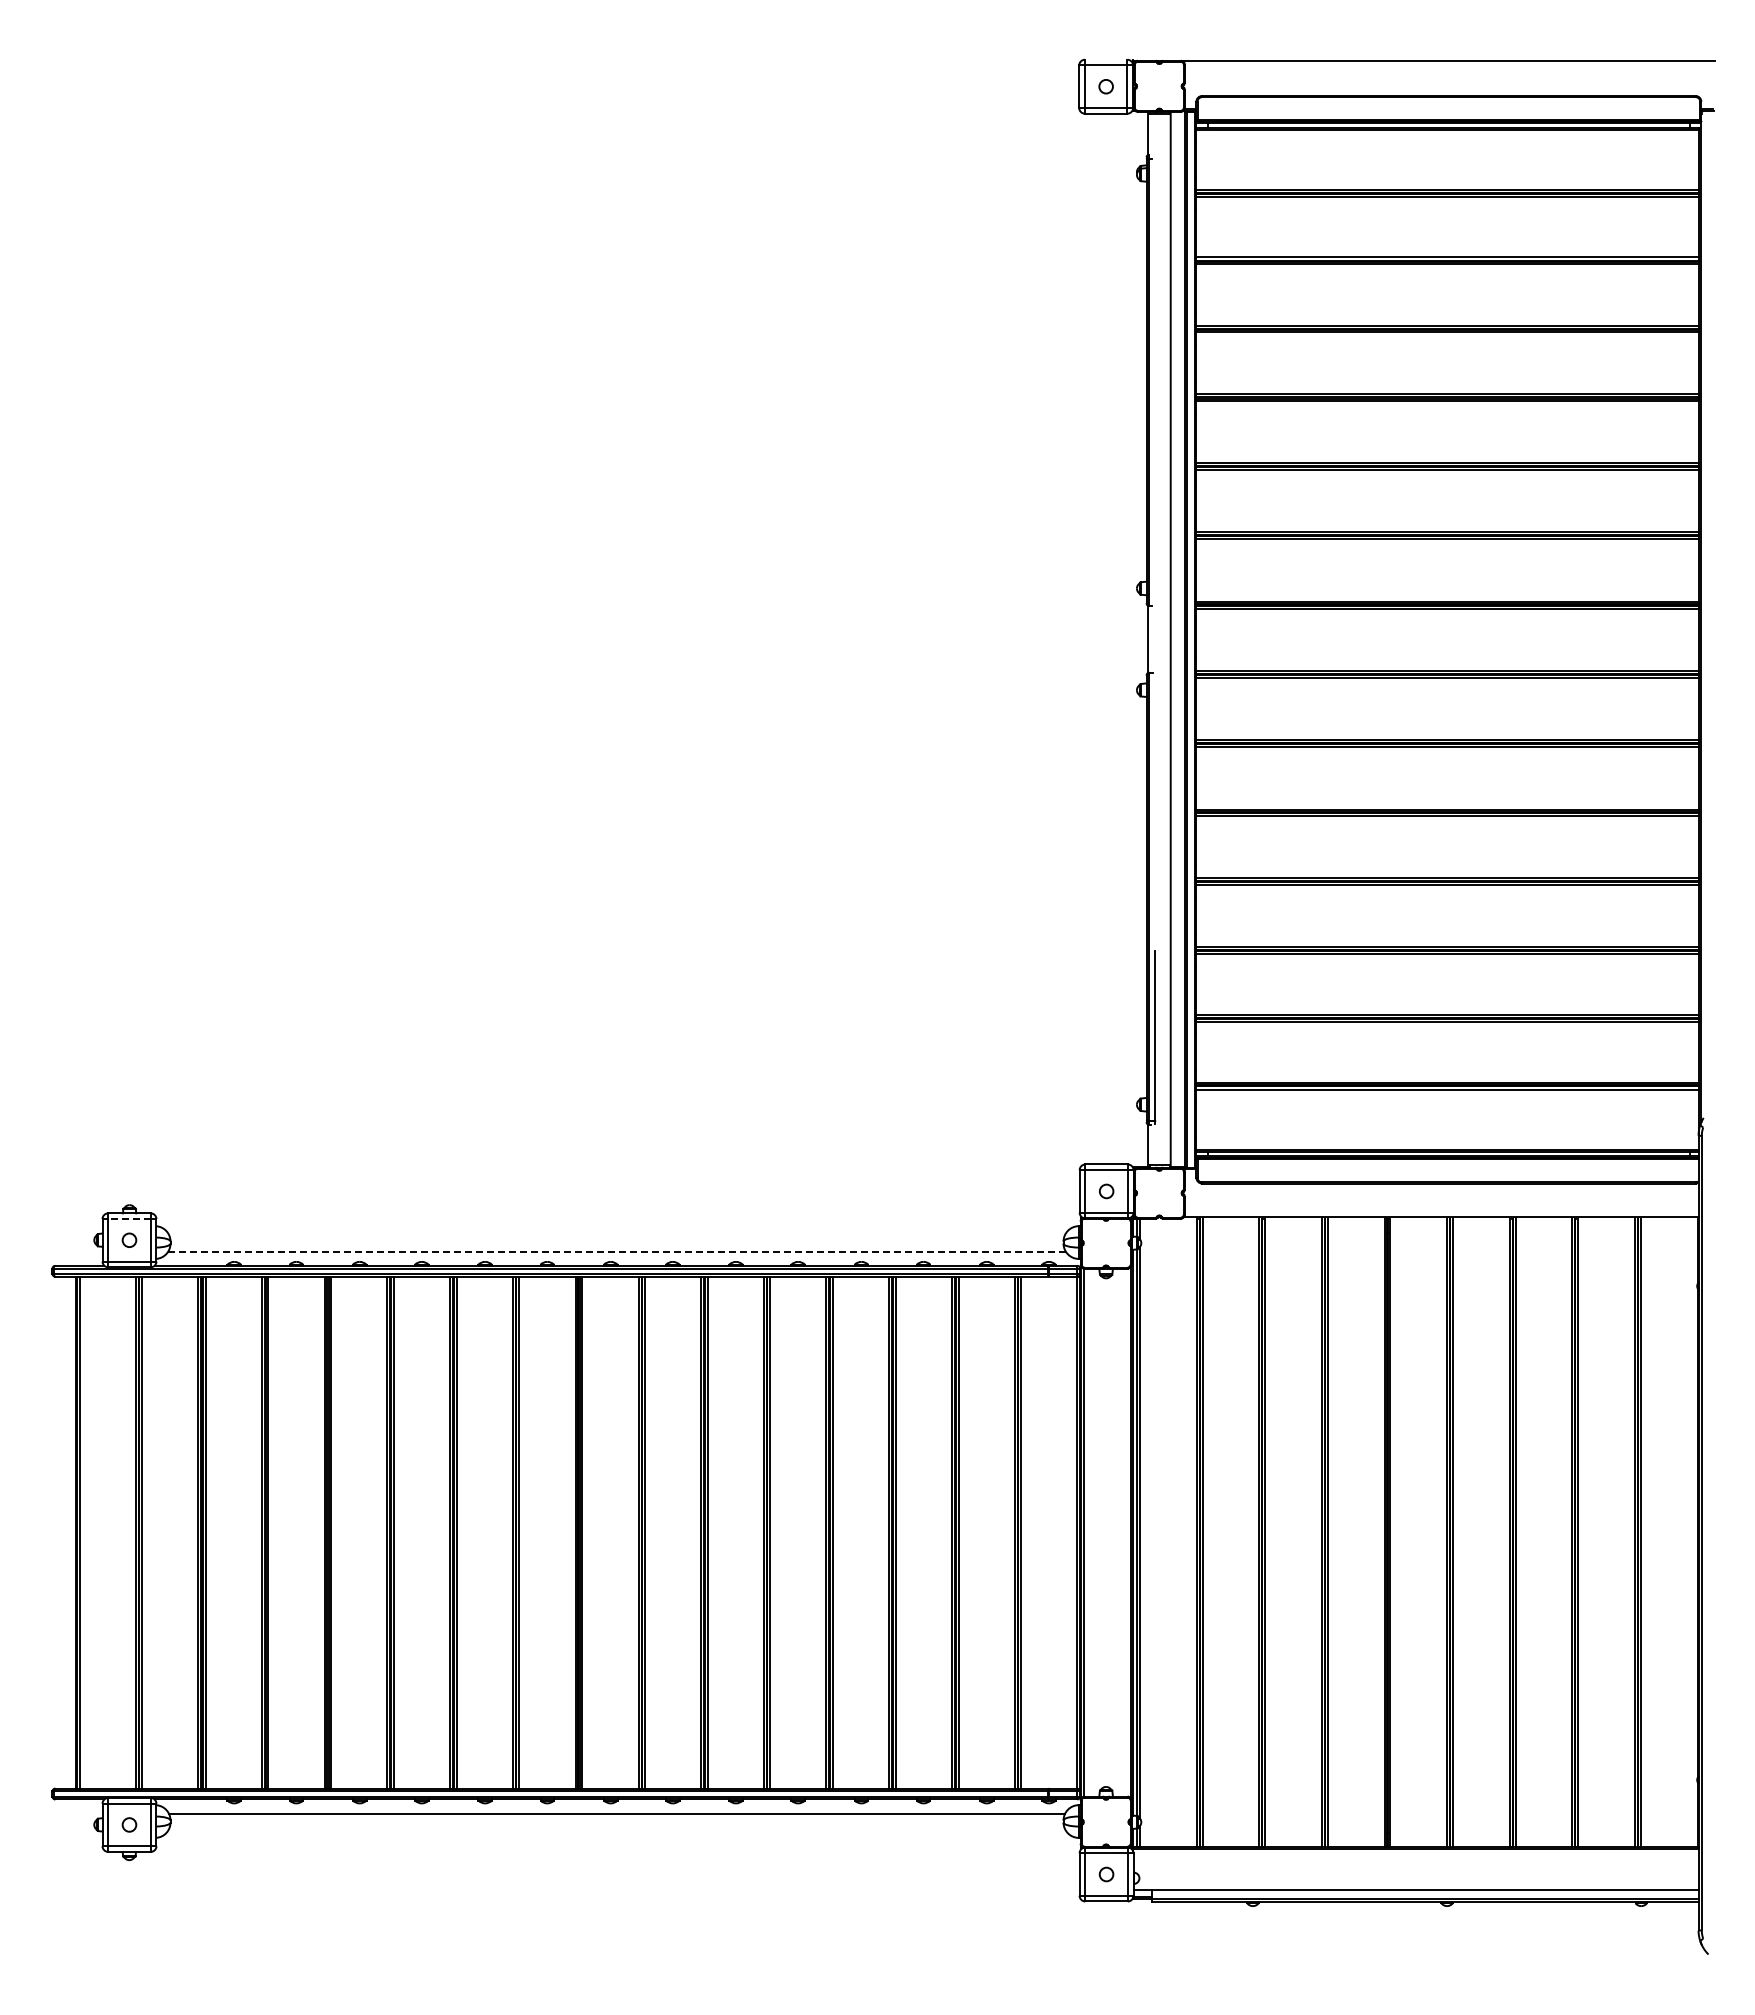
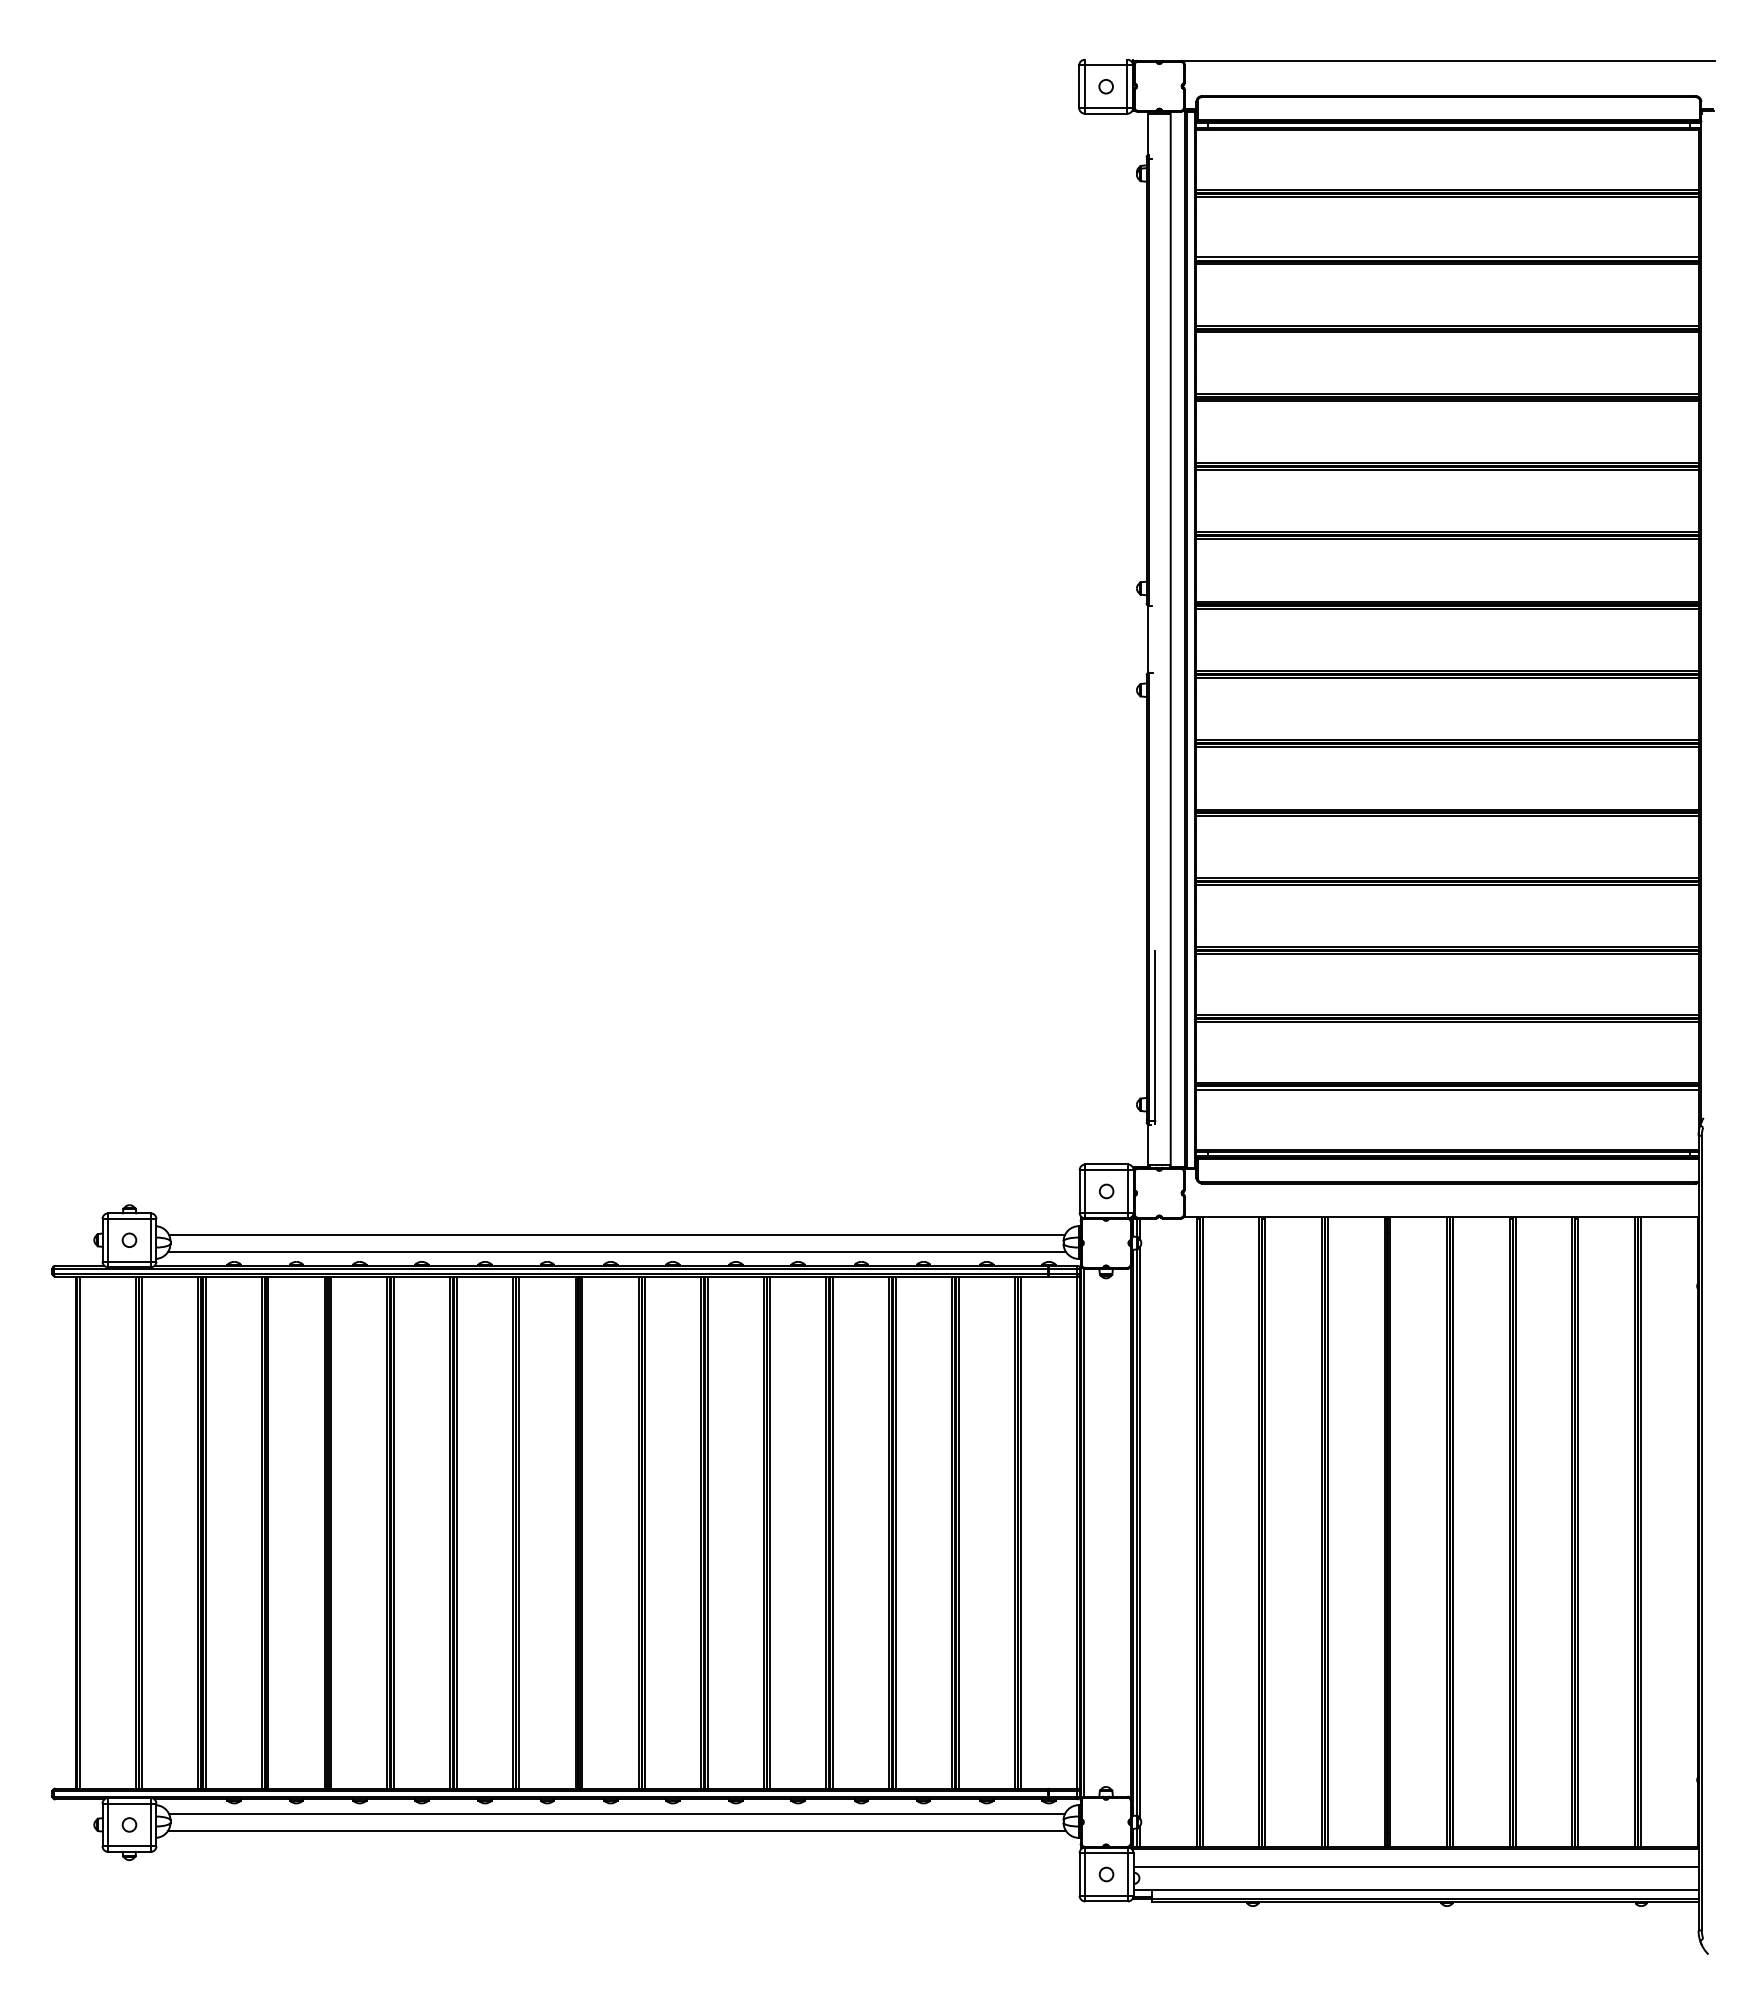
line at (129, 1219): dashed -> solid
line at (616, 1234): none -> present
line at (617, 1251): dashed -> solid
line at (616, 1830): none -> present
line at (1415, 1866): none -> present
